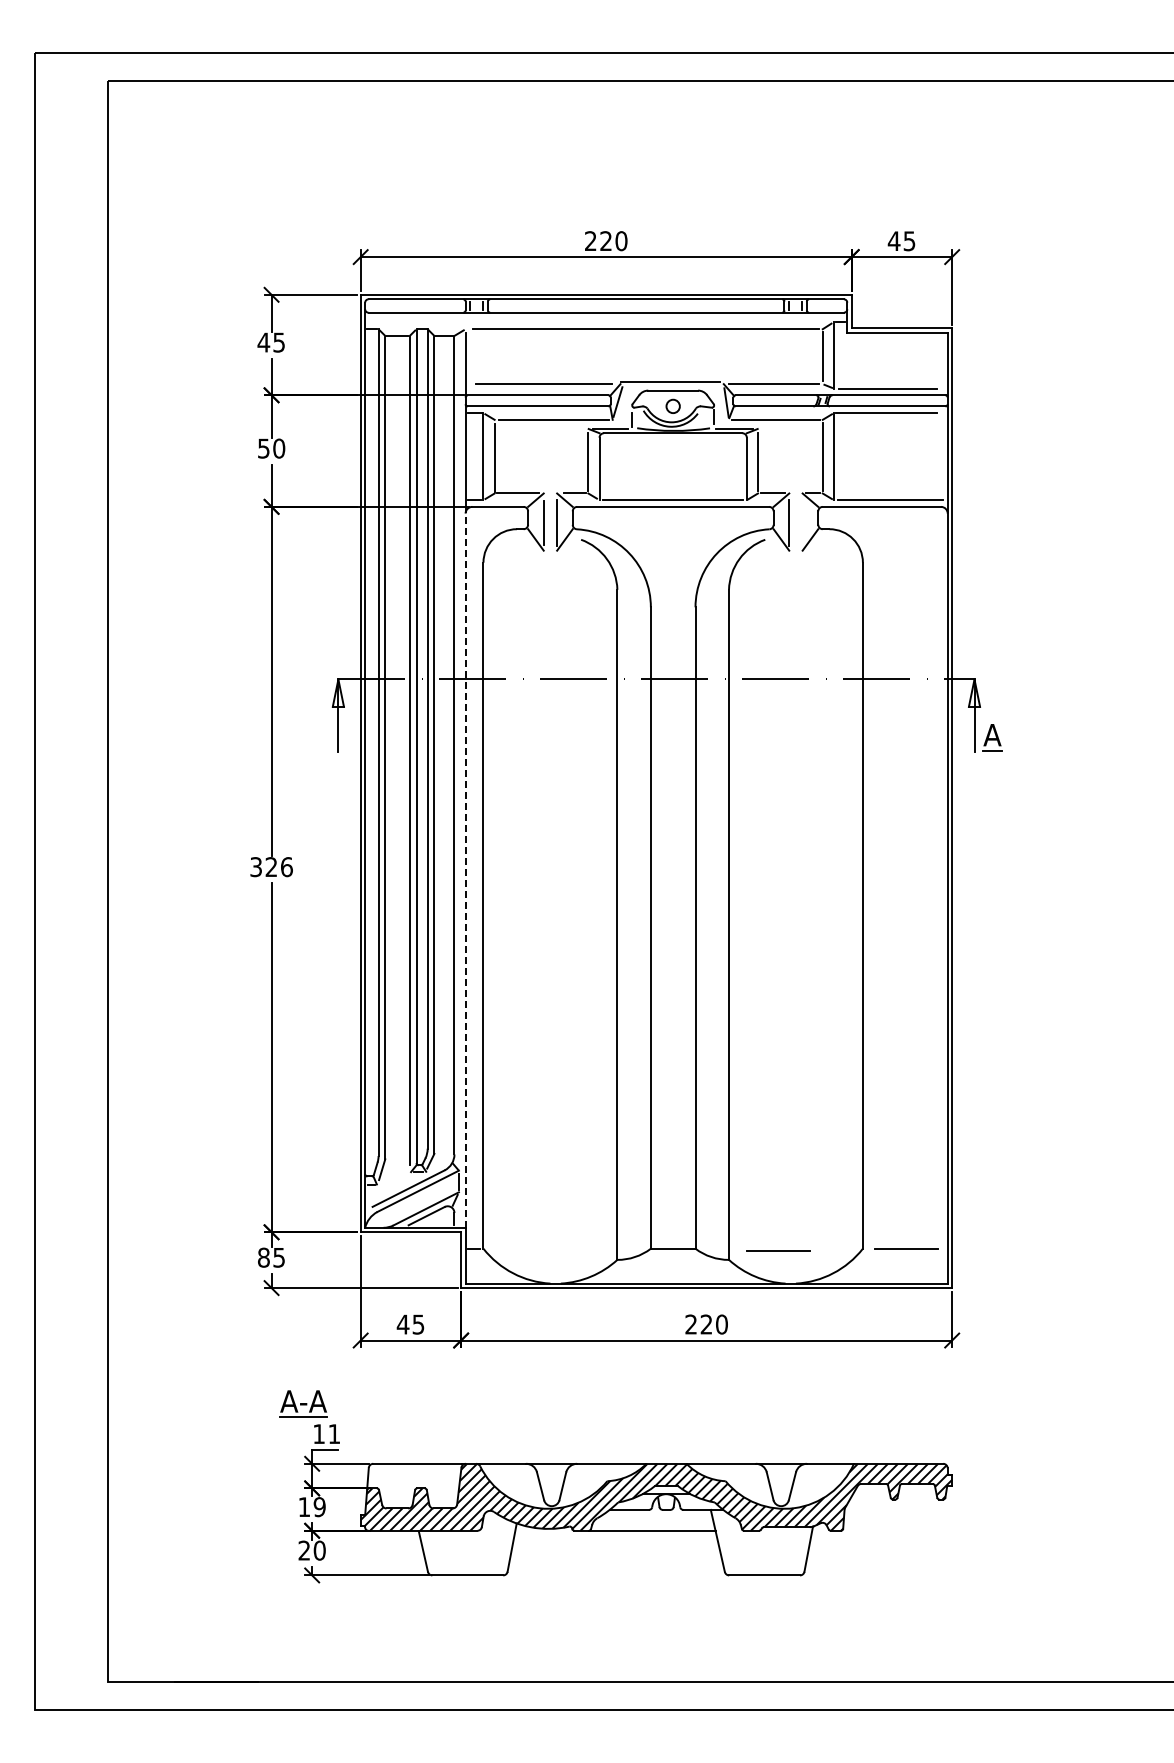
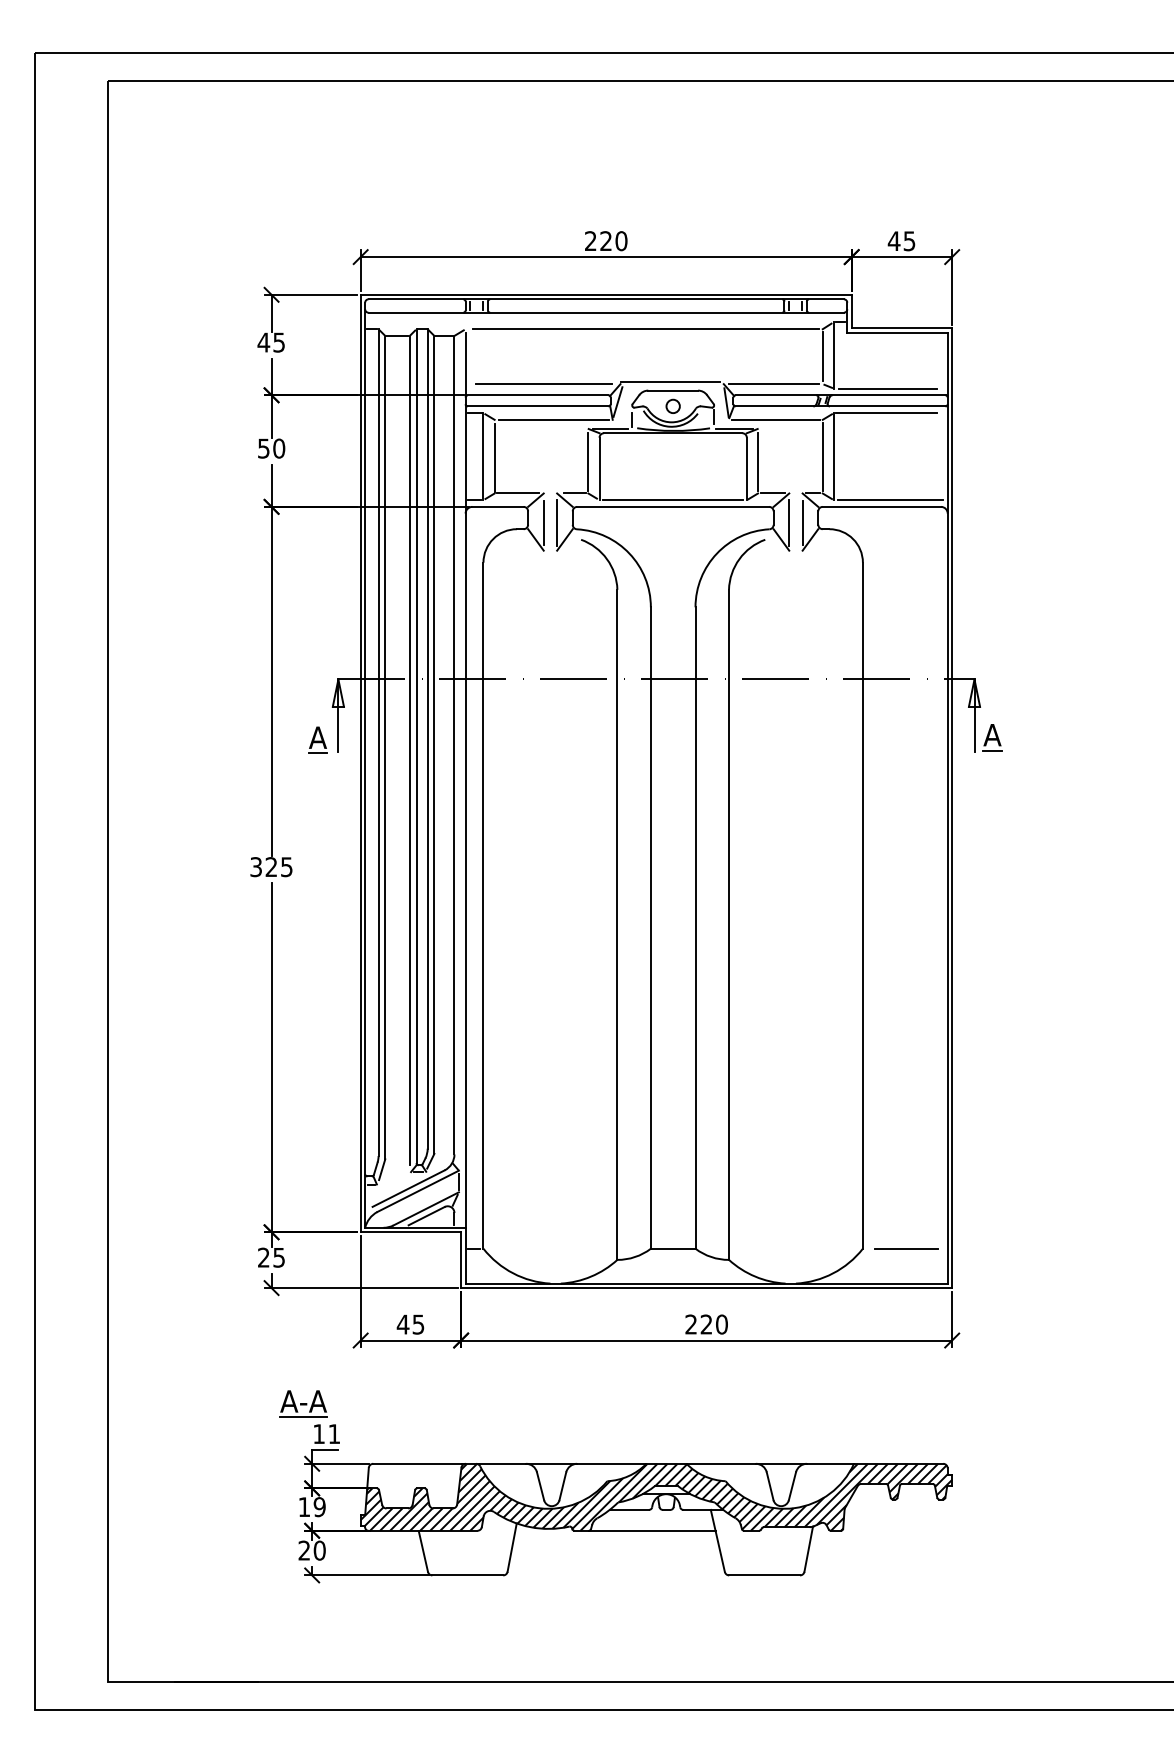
line at (802, 523): none -> present
part at (317, 739): none -> present
line at (465, 866): dashed -> solid
text at (286, 867): 326 -> 325
line at (778, 1250): present -> none
text at (263, 1257): 85 -> 25
